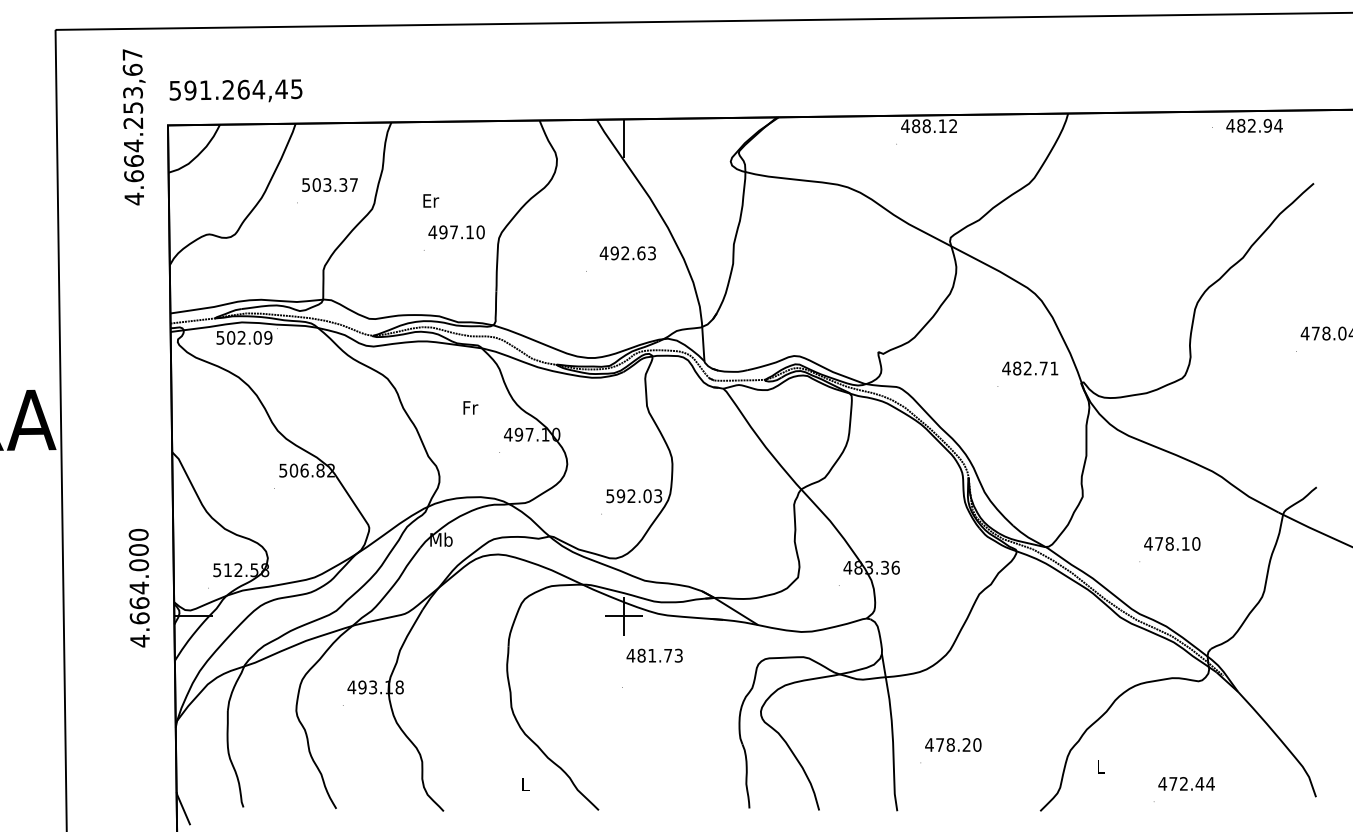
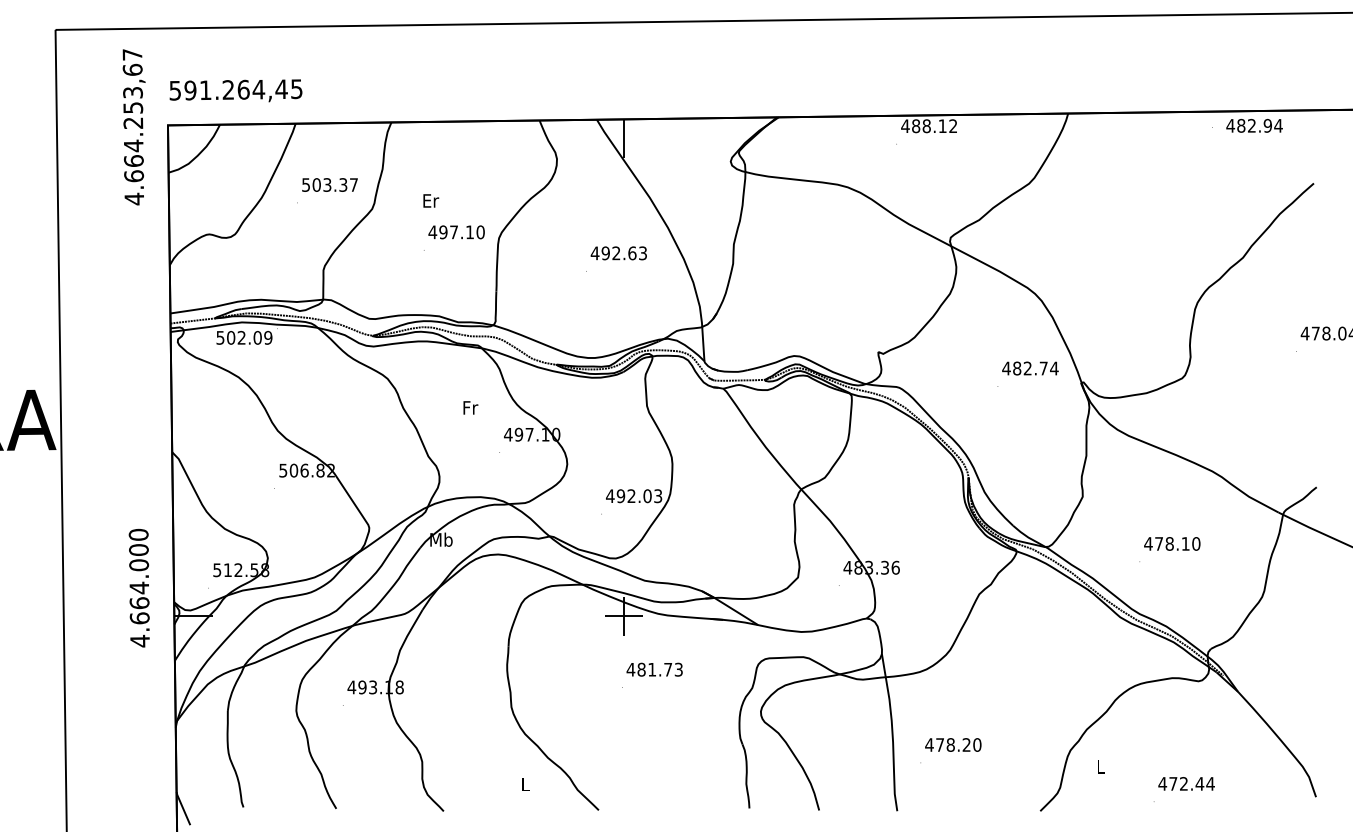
text at (627, 253) position: (627, 253) -> (618, 253)
text at (1054, 368): 482.71 -> 482.74
text at (610, 496): 592.03 -> 492.03
text at (654, 655) position: (654, 655) -> (654, 669)
